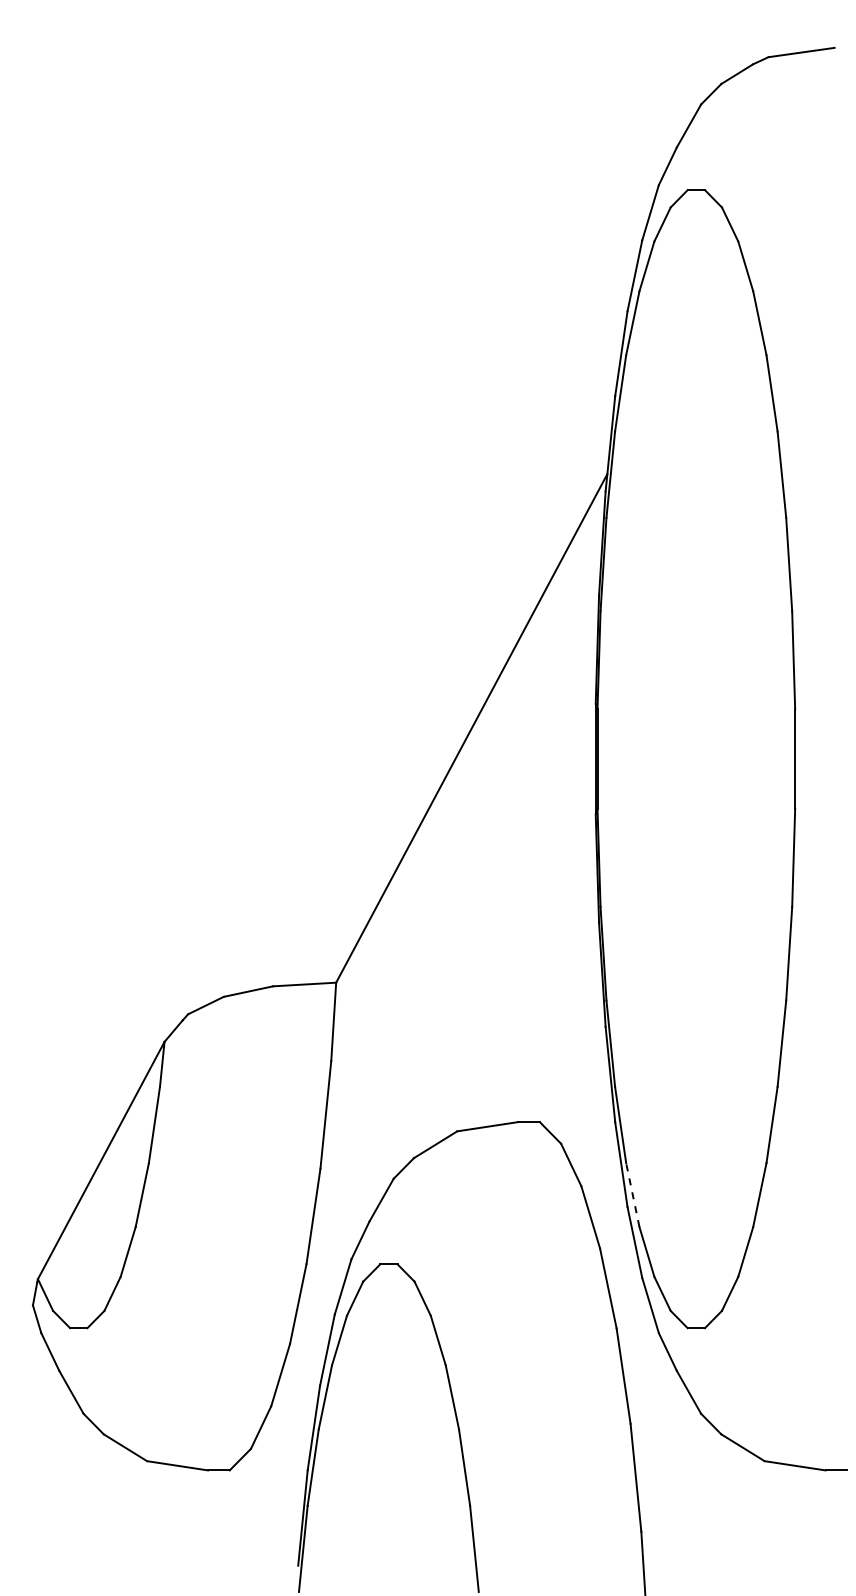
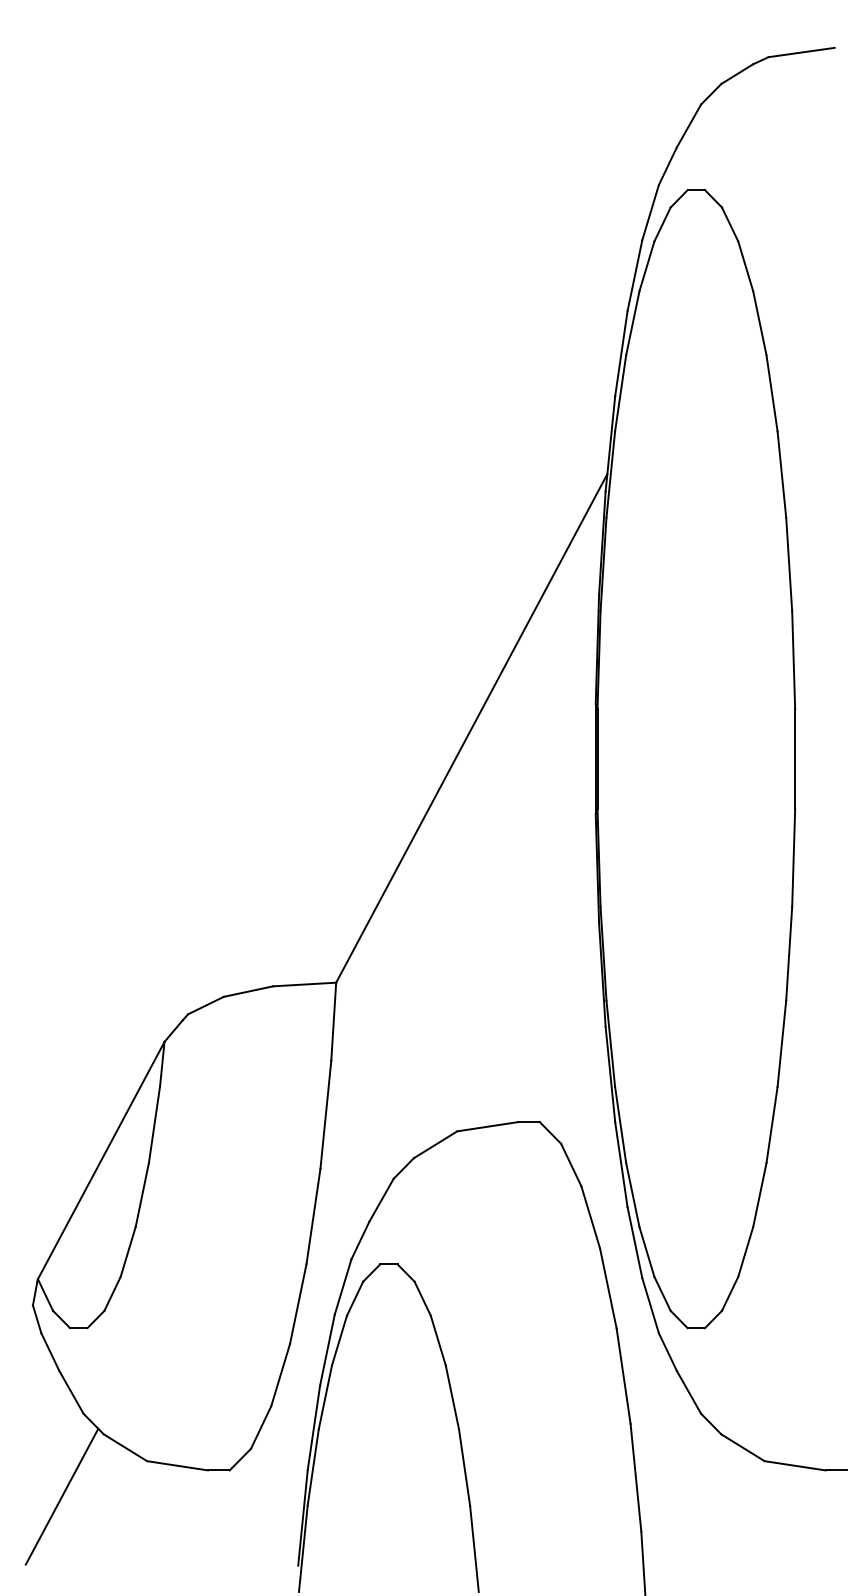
line at (632, 1195): dashed -> solid
line at (61, 1496): none -> present
